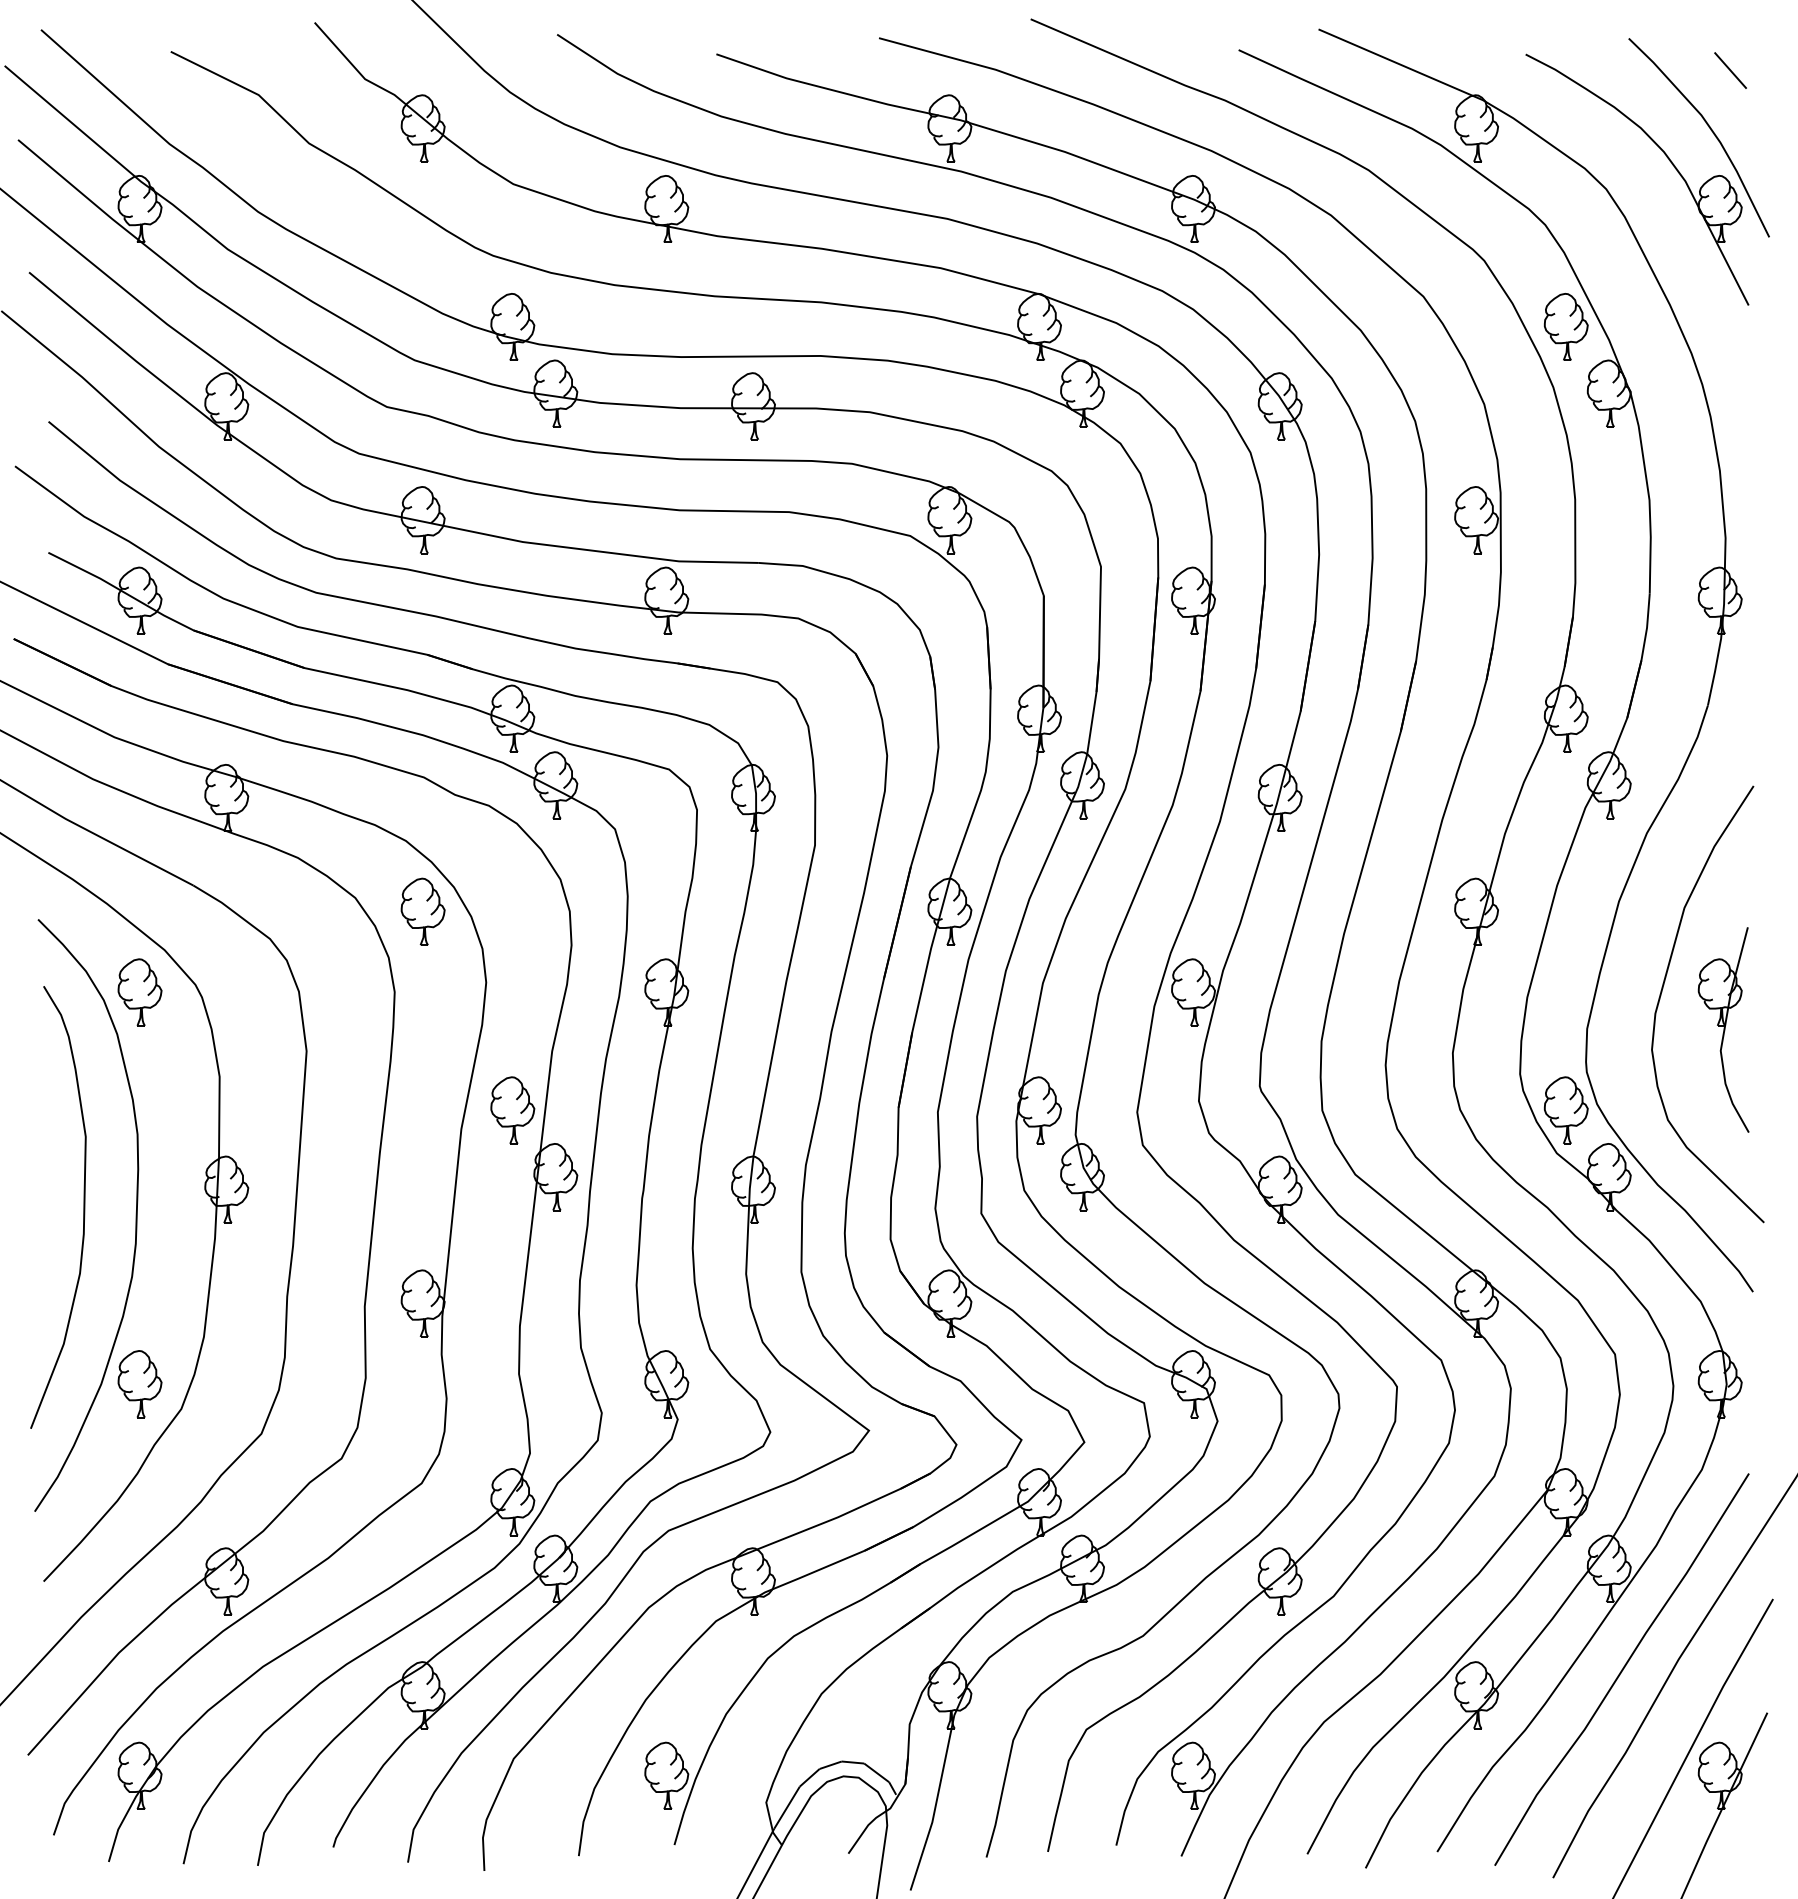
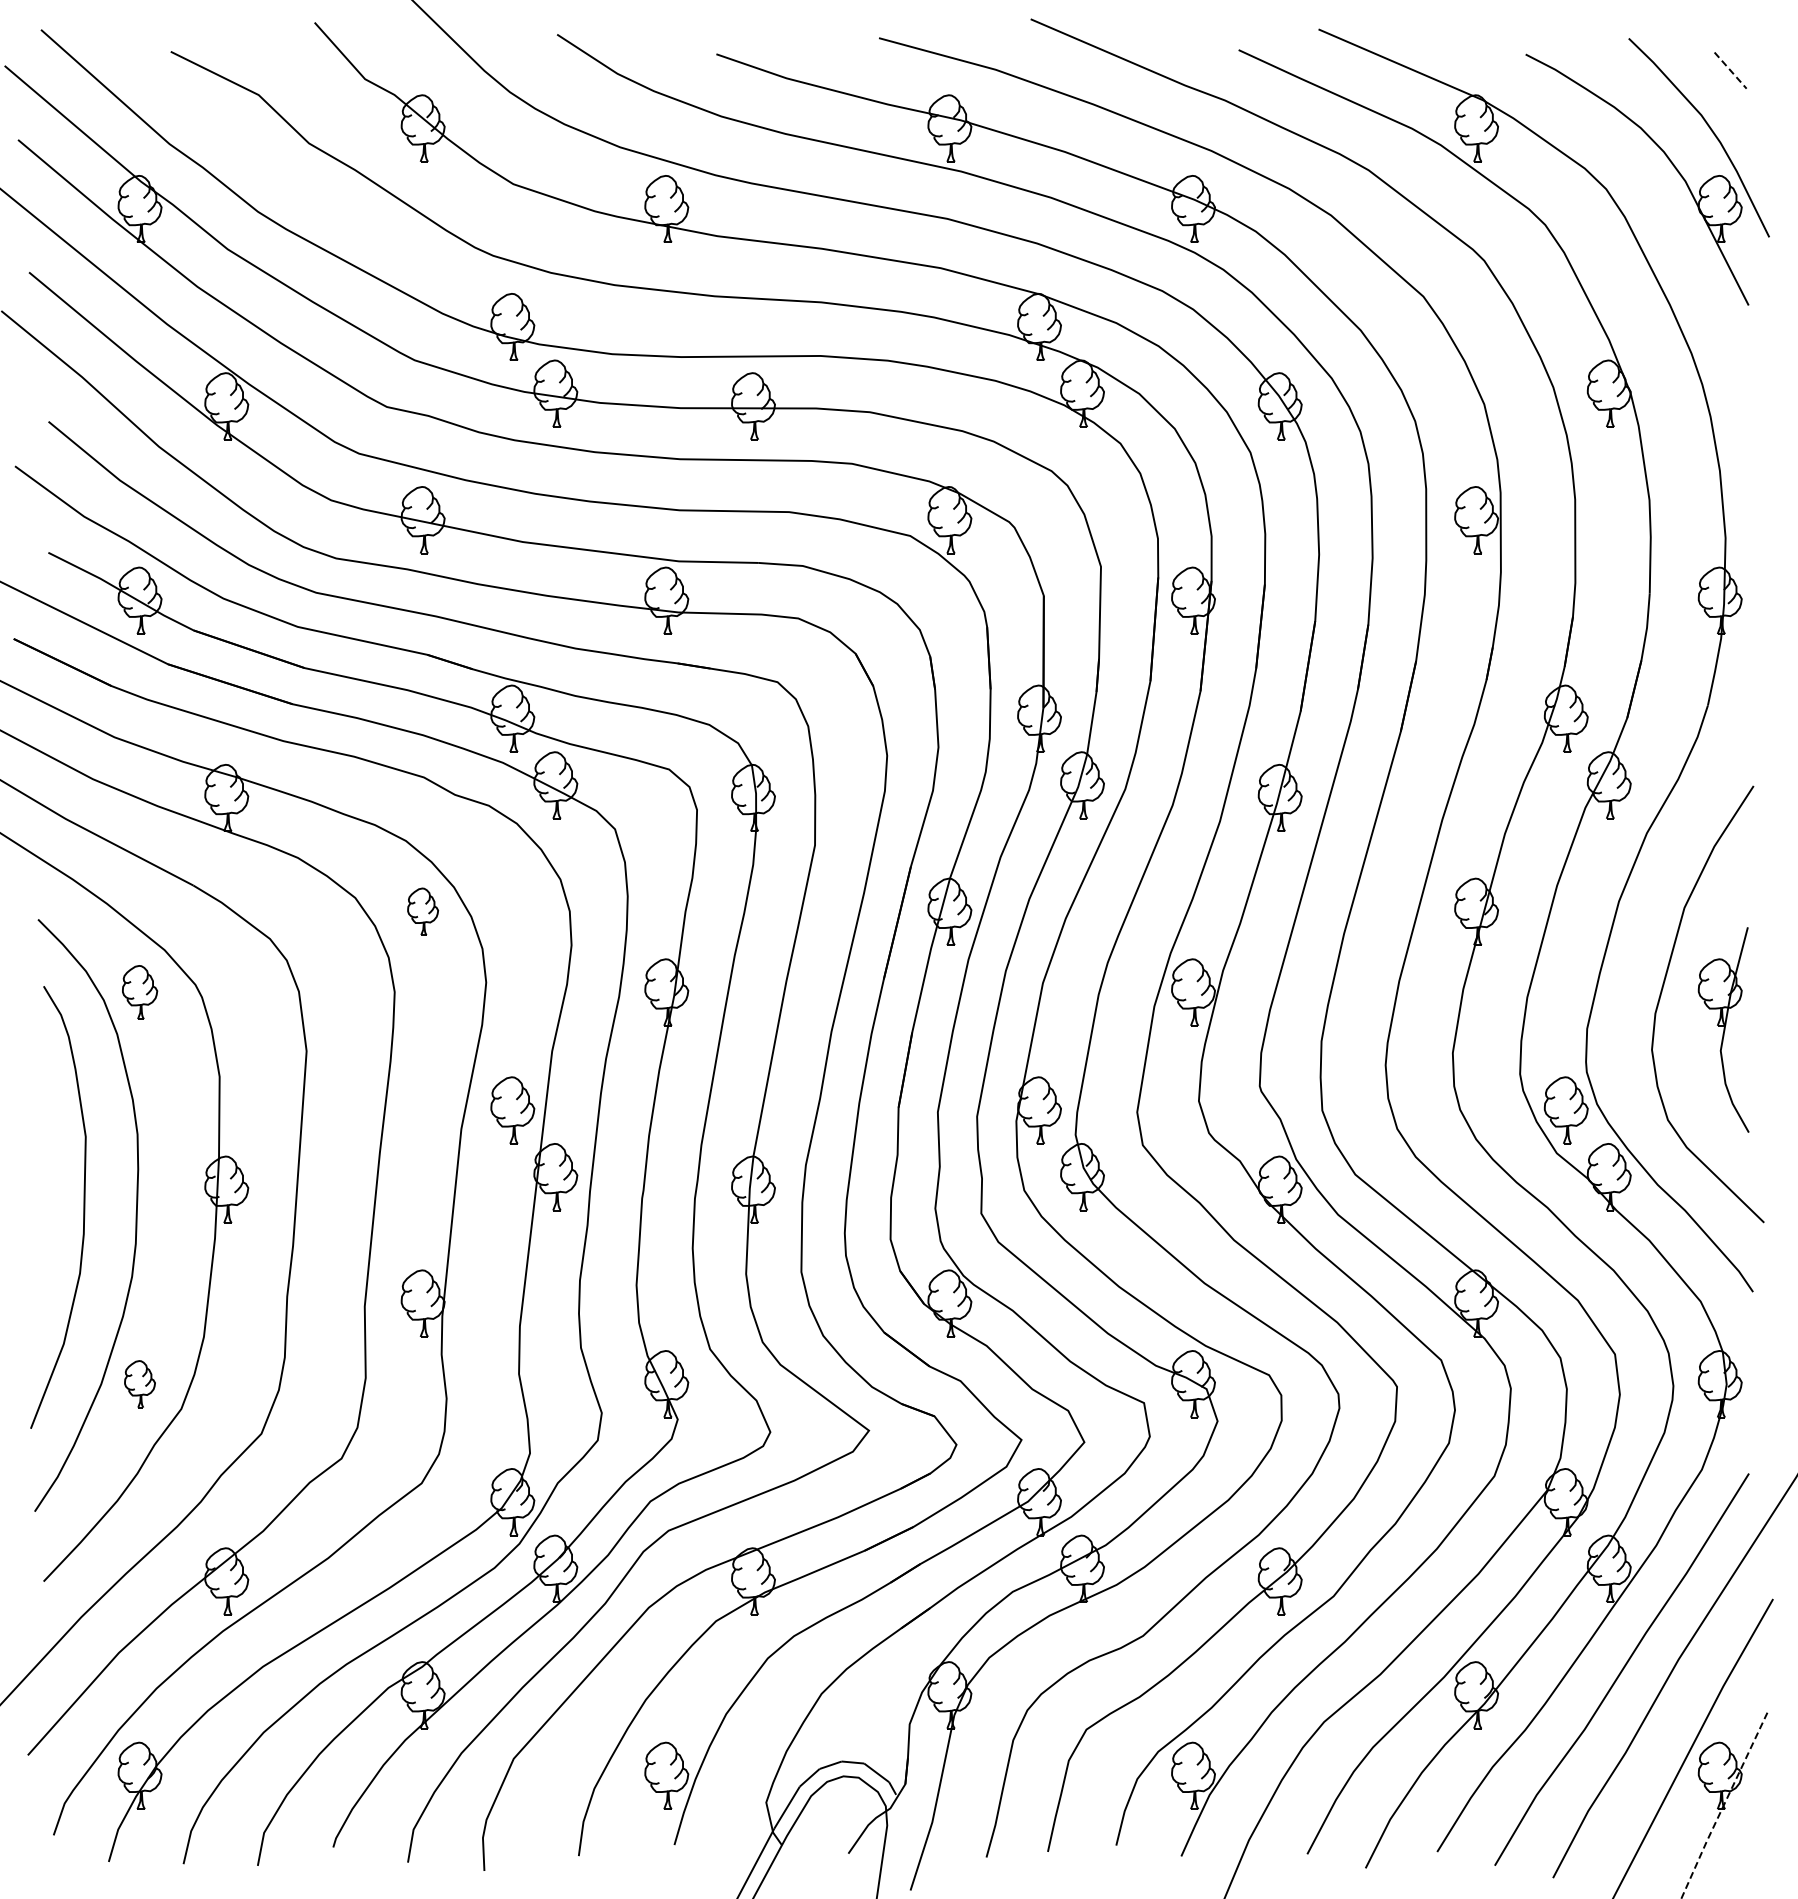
line at (1730, 70): solid -> dashed
part at (1565, 326): present -> none
part at (422, 911) size: 46x69 px -> 33x49 px
part at (139, 992) size: 46x69 px -> 37x55 px
part at (139, 1384) size: 46x69 px -> 32x49 px
line at (1723, 1806): solid -> dashed
